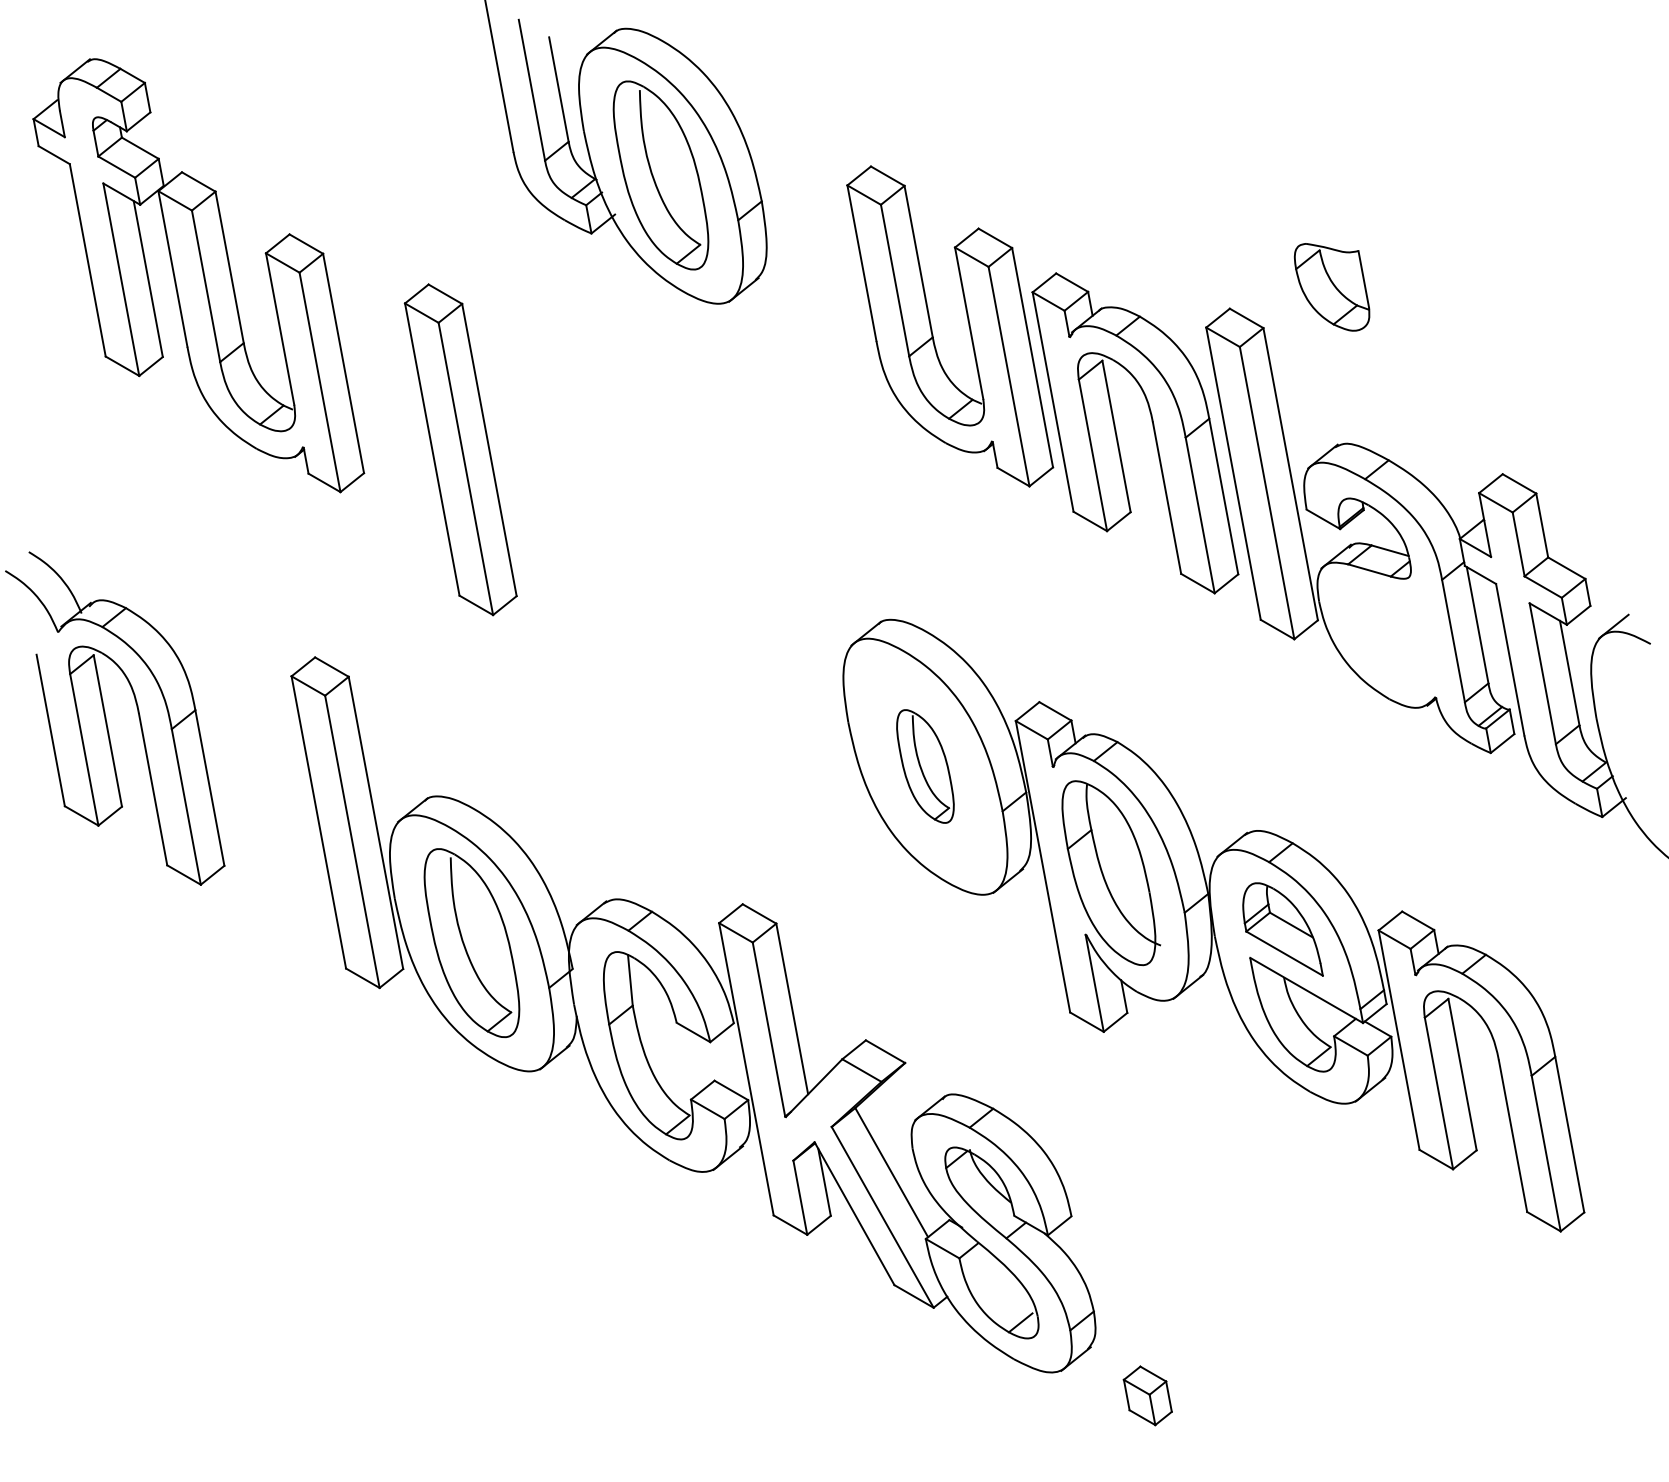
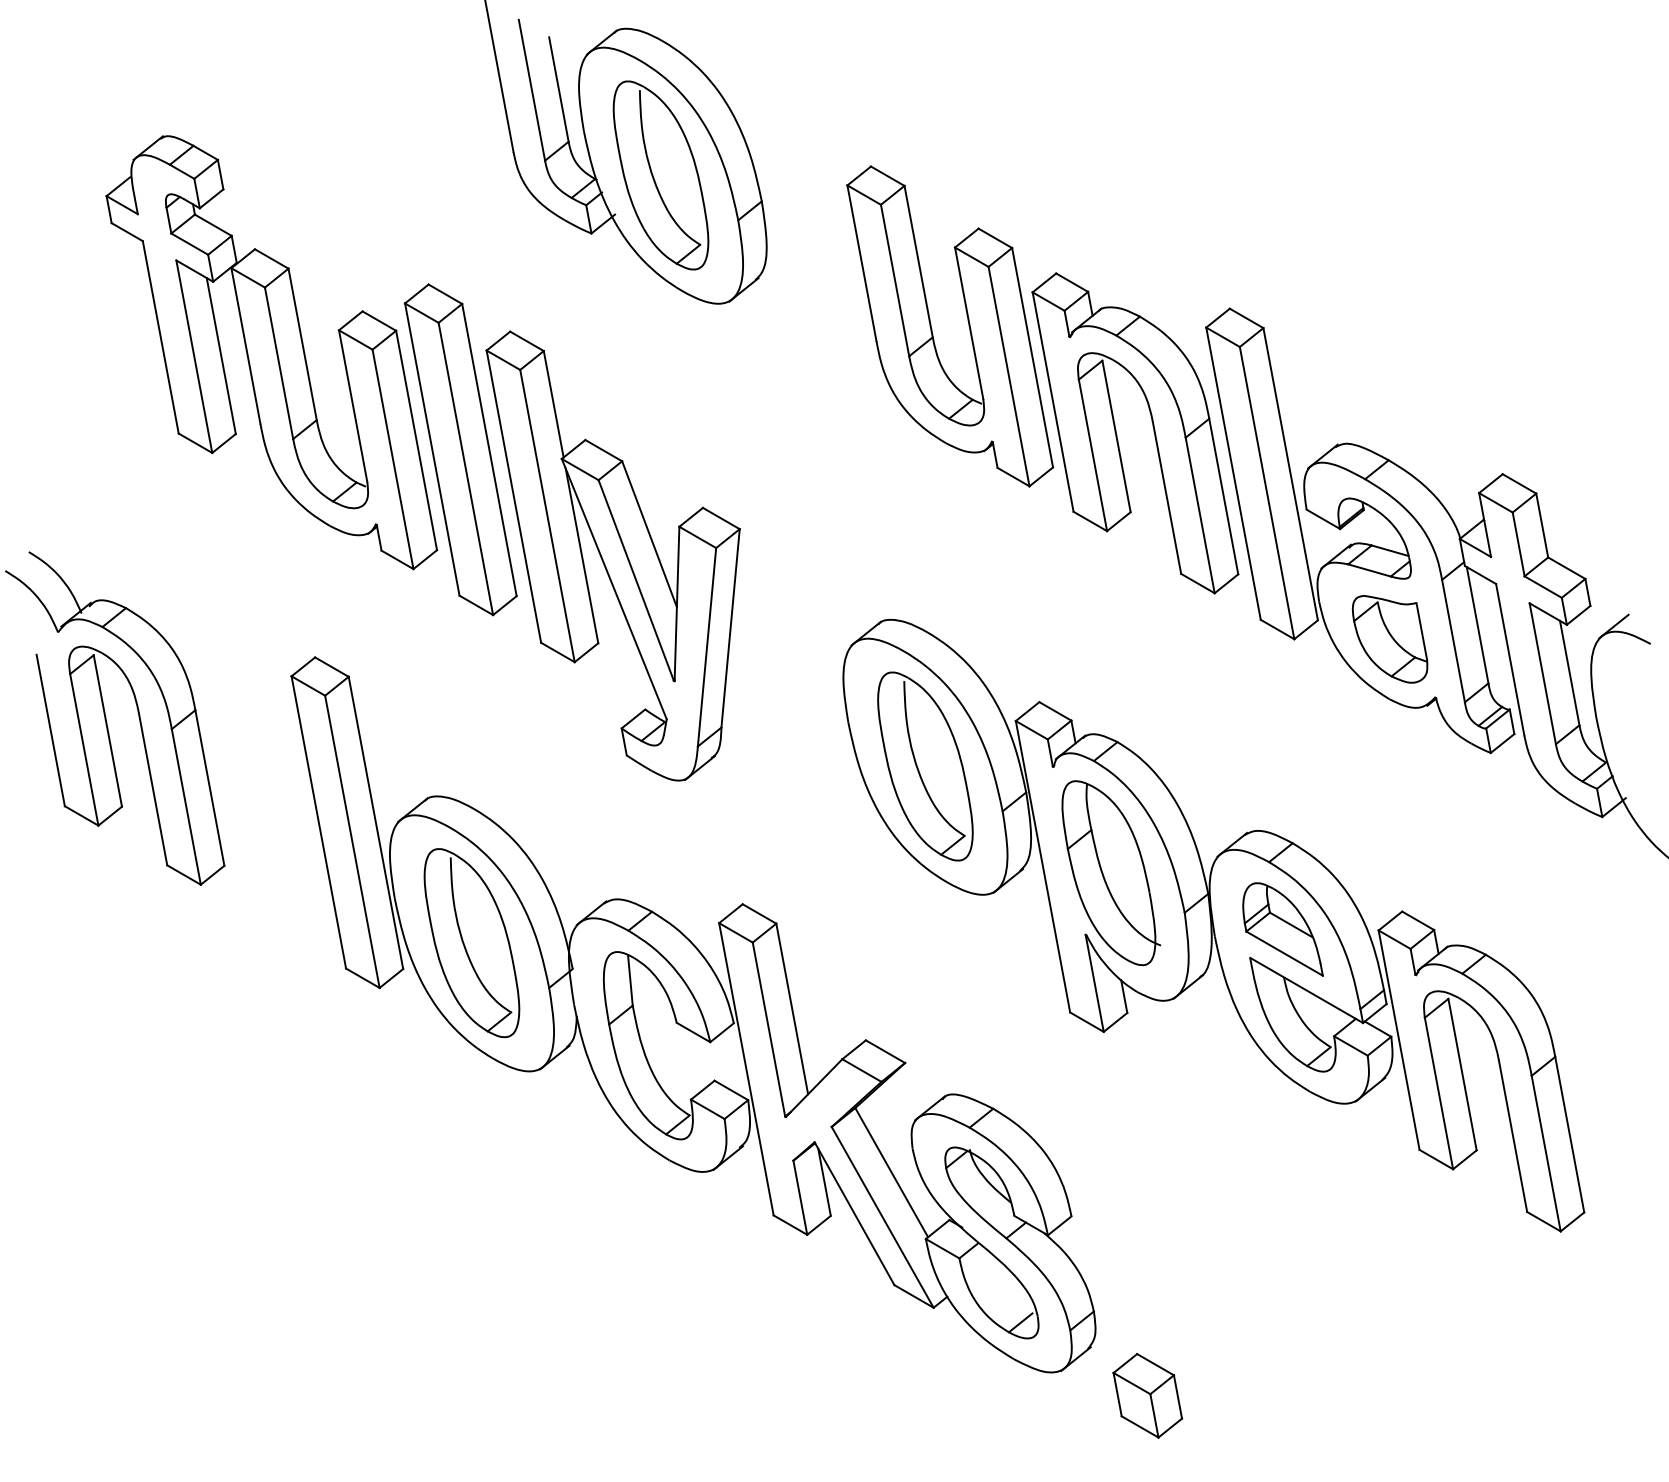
part at (198, 275) position: (198, 275) -> (271, 352)
part at (1331, 287) position: (1331, 287) -> (1389, 639)
part at (612, 555): none -> present
part at (925, 766) size: 59x115 px -> 97x191 px
part at (1147, 1395) size: 51x62 px -> 72x86 px
